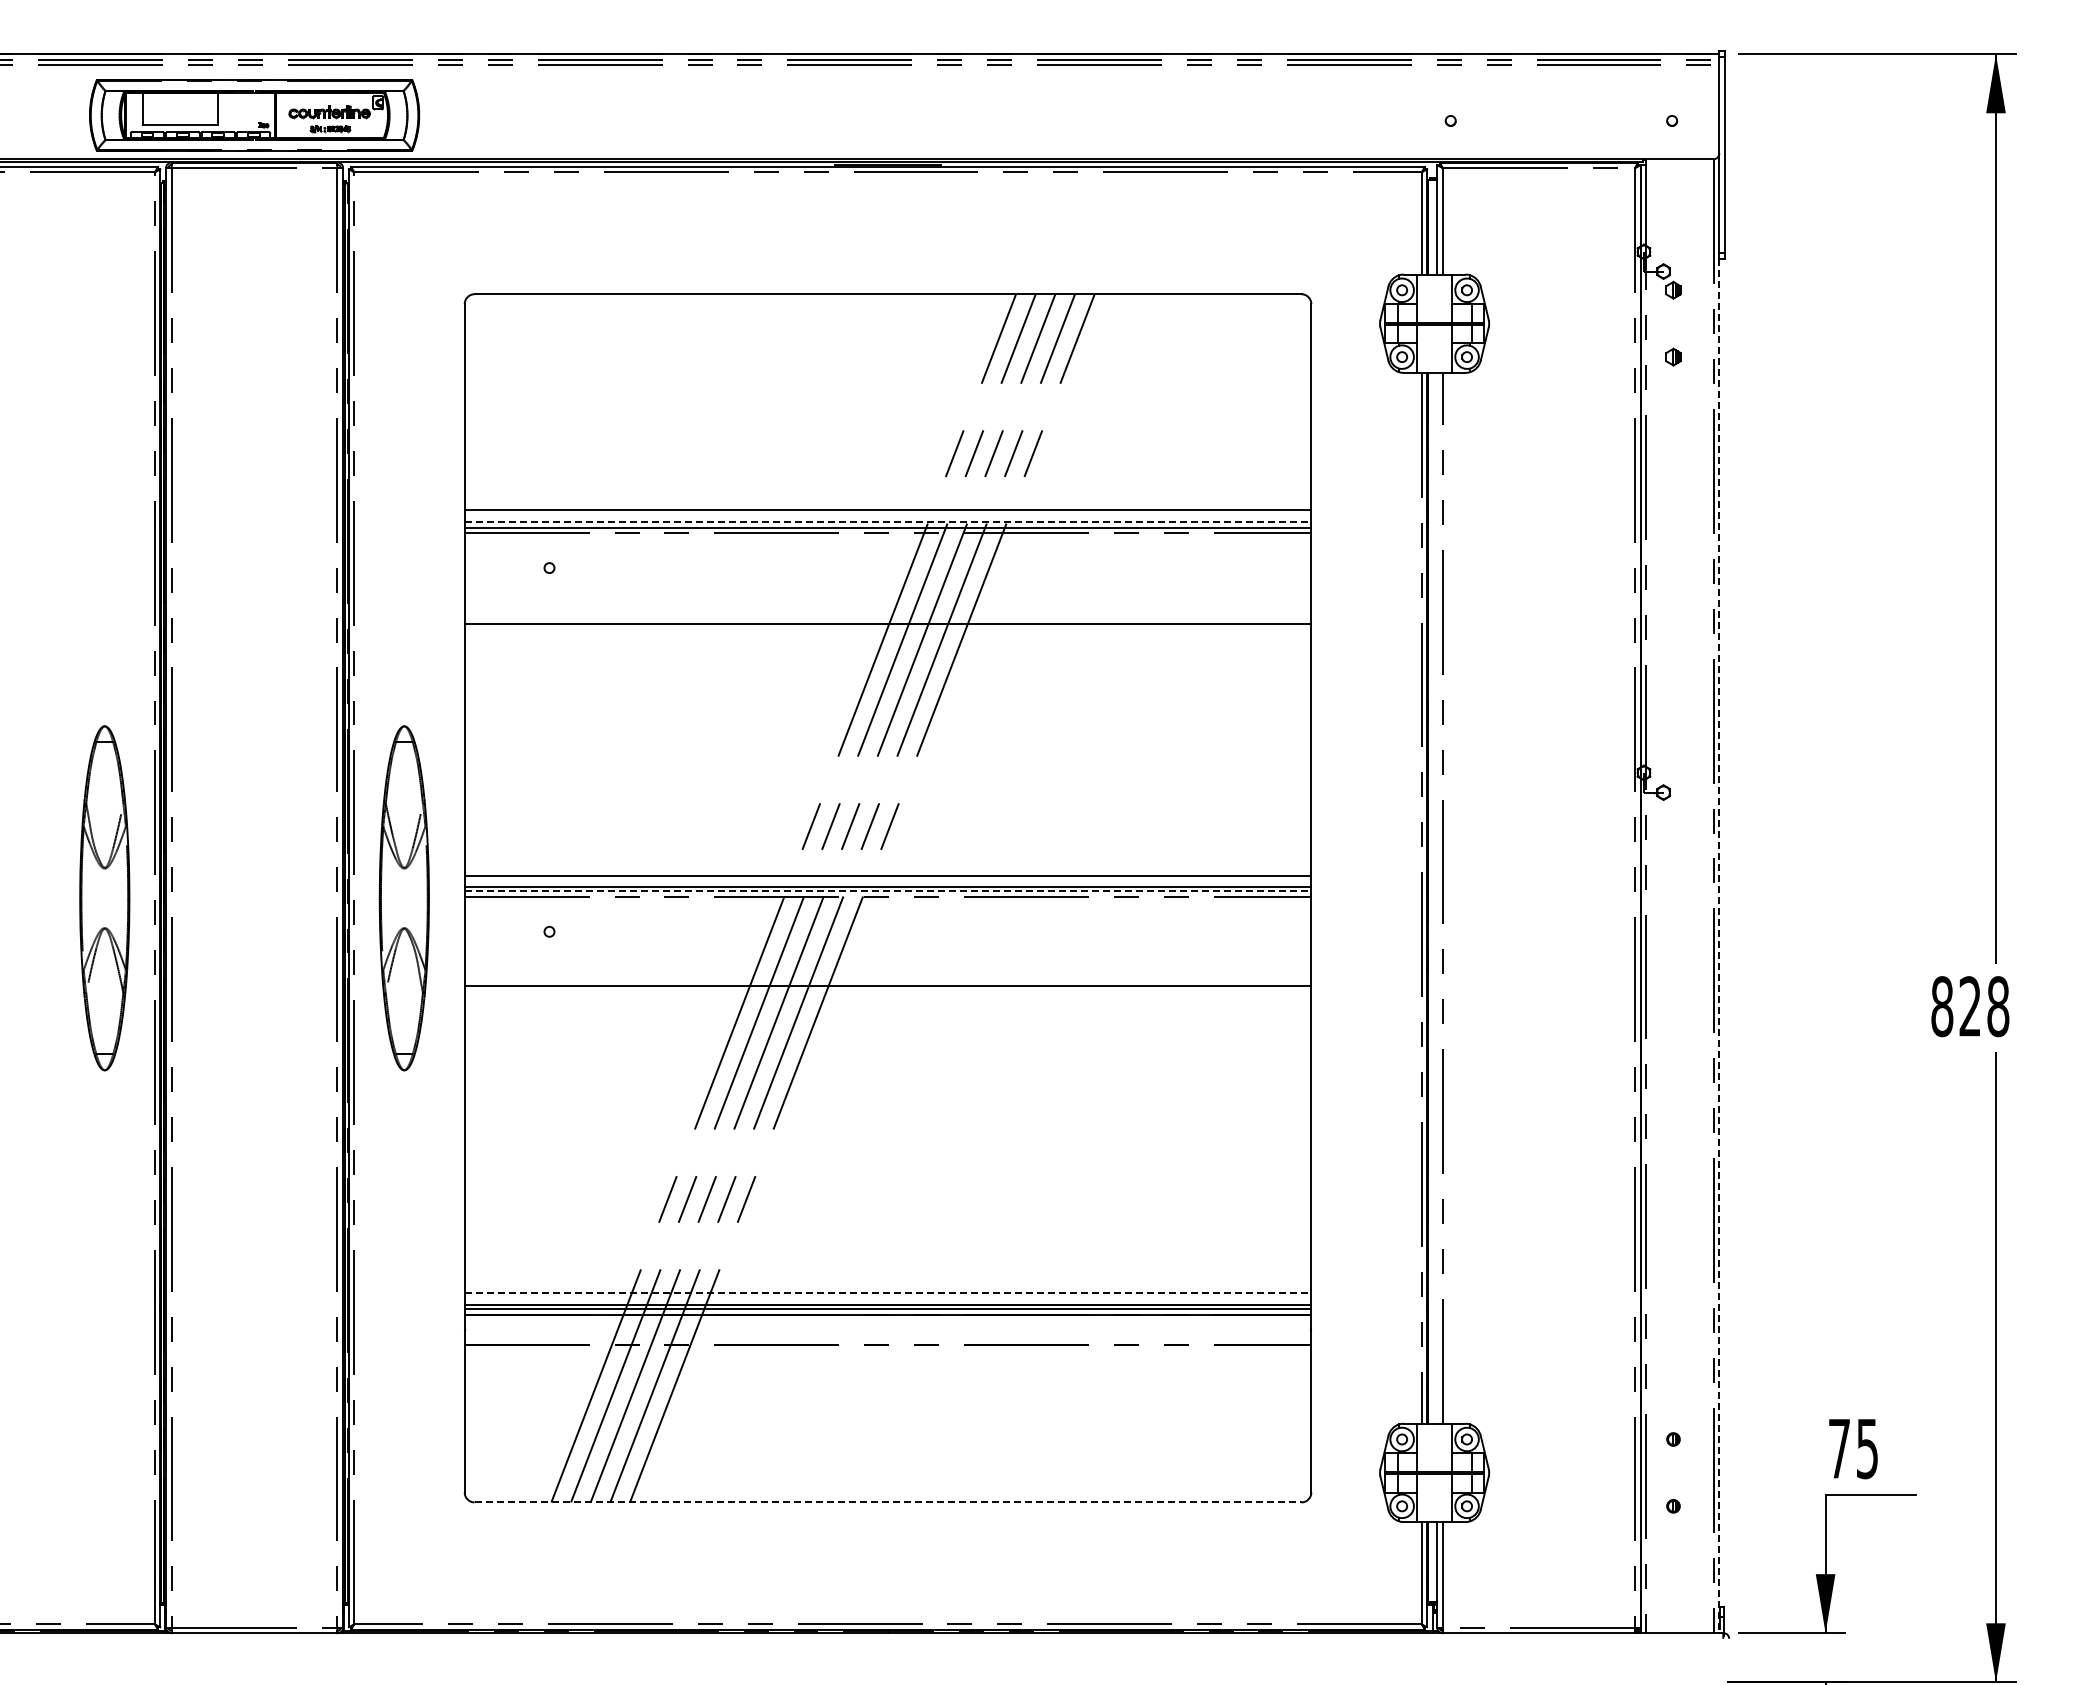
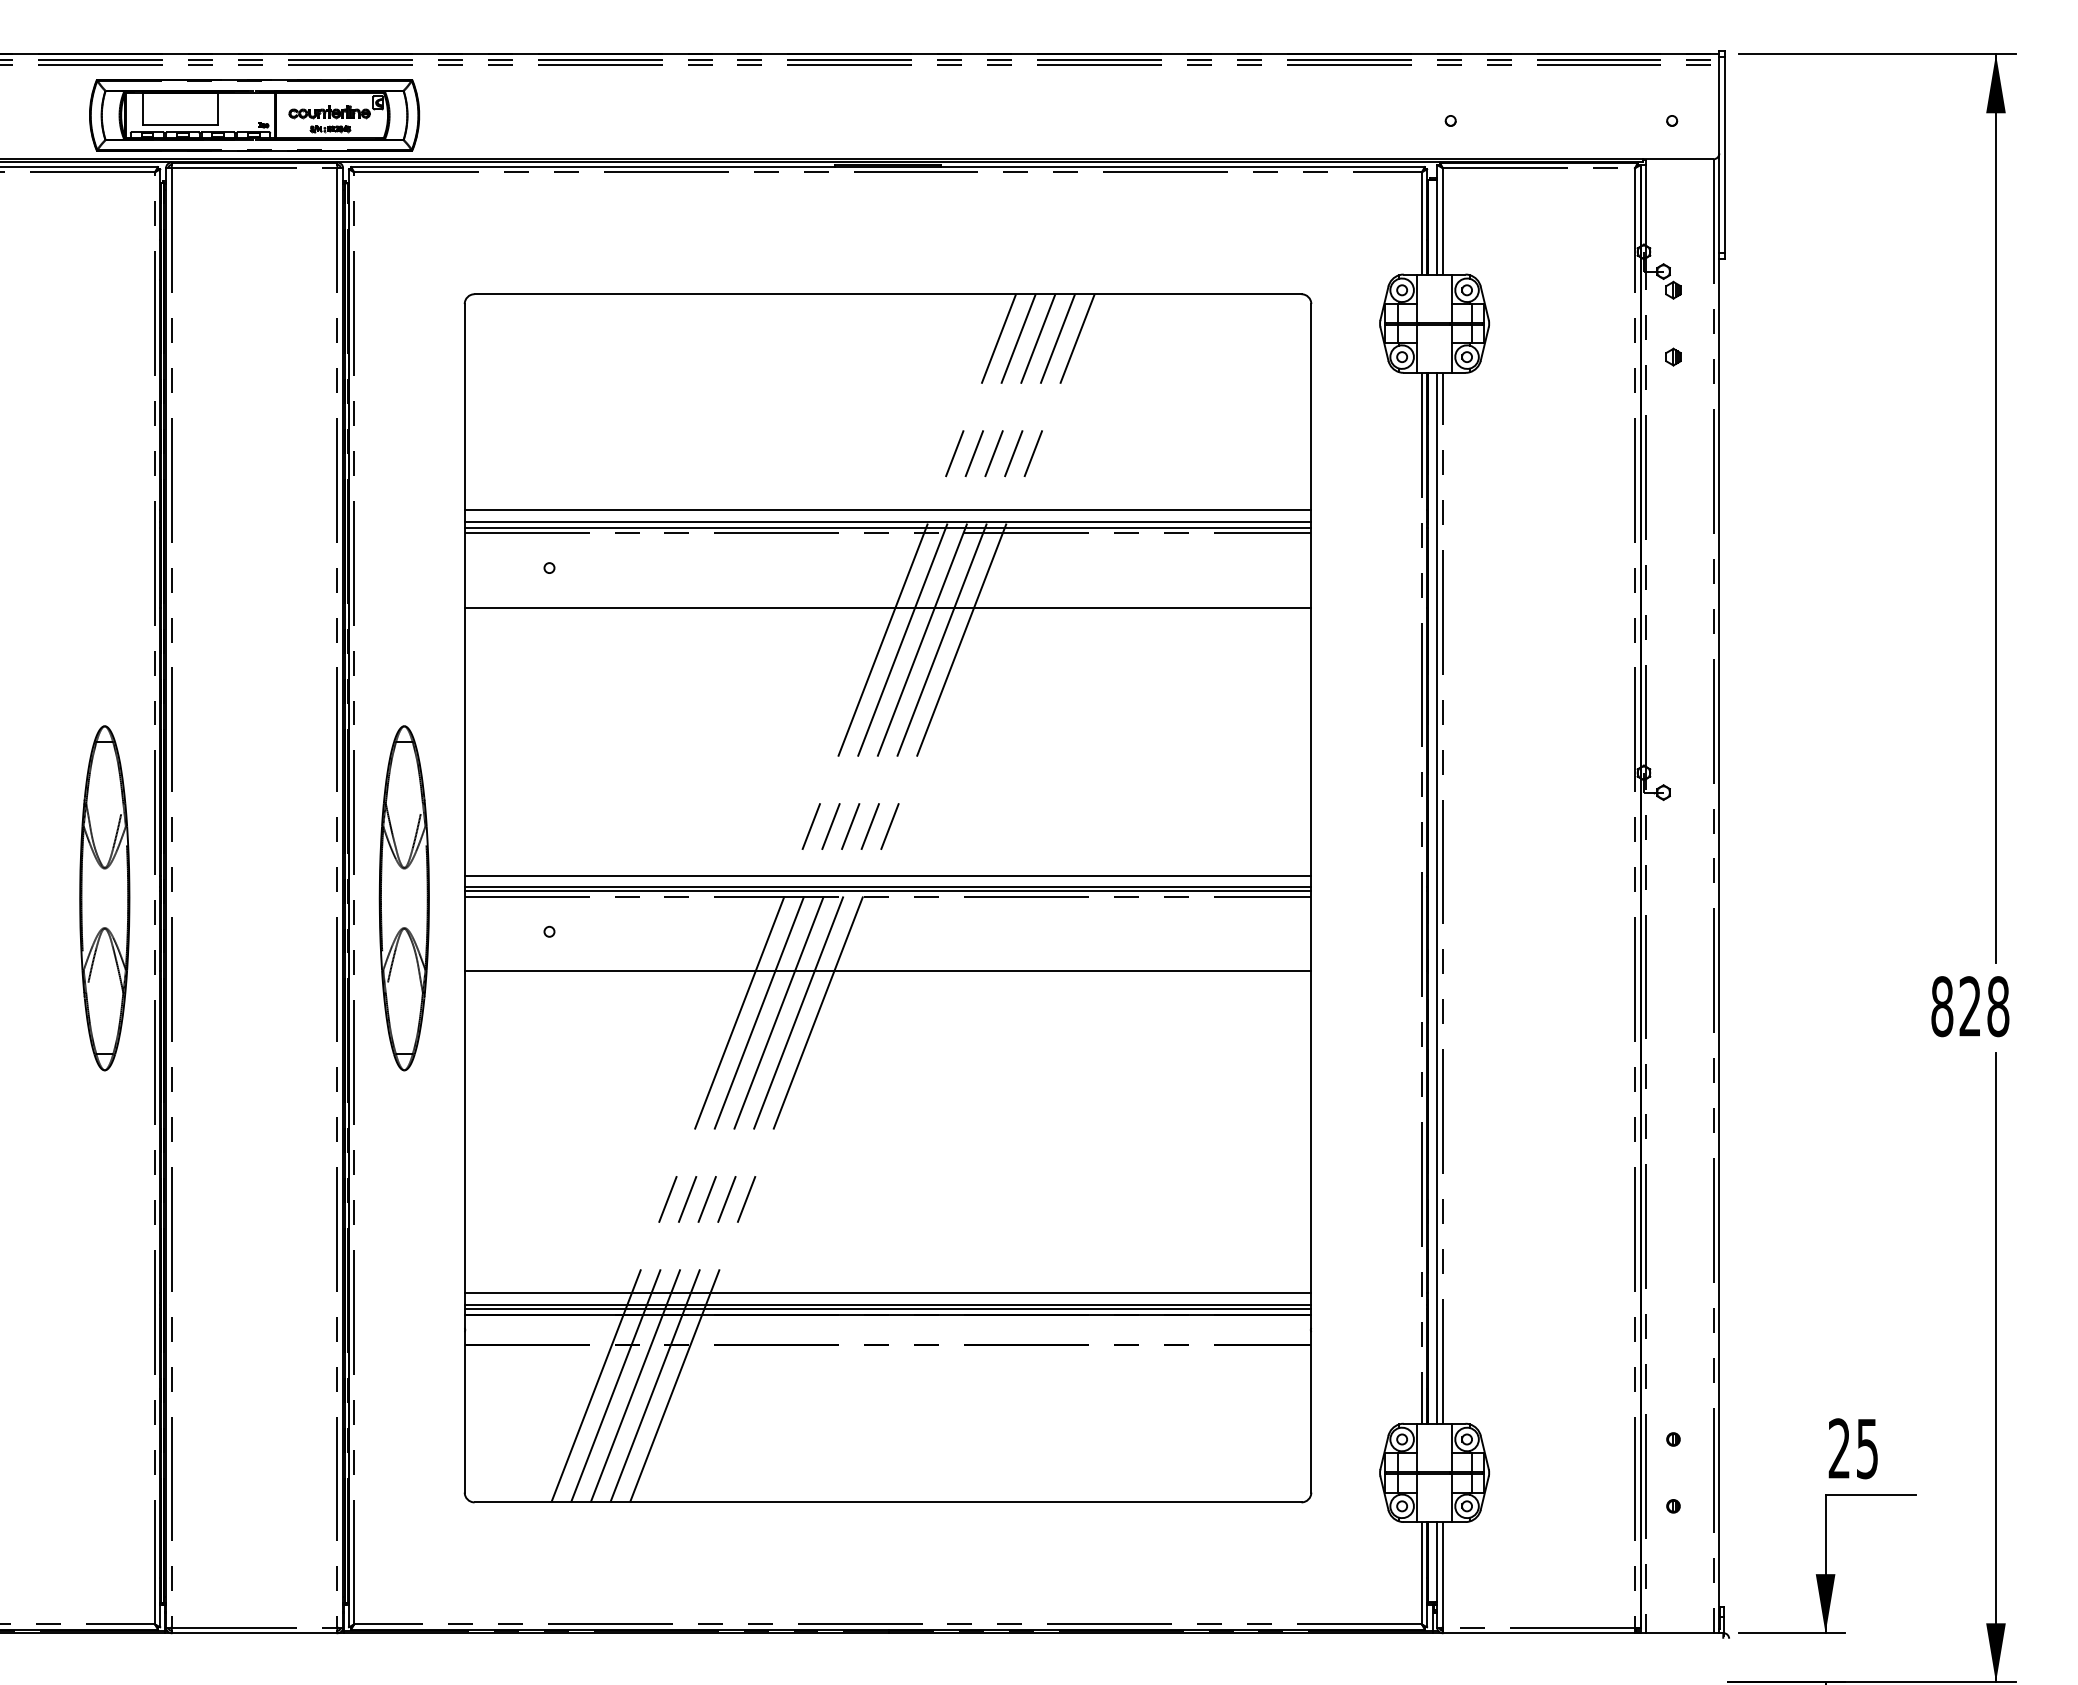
line at (888, 522): dashed -> solid
line at (887, 623) position: (887, 623) -> (887, 607)
line at (888, 891): dashed -> solid
line at (1437, 897): none -> present
line at (1719, 946): dashed -> solid
line at (887, 986) position: (887, 986) -> (887, 971)
line at (888, 1293): dashed -> solid
text at (1838, 1448): 75 -> 25
line at (888, 1502): dashed -> solid
